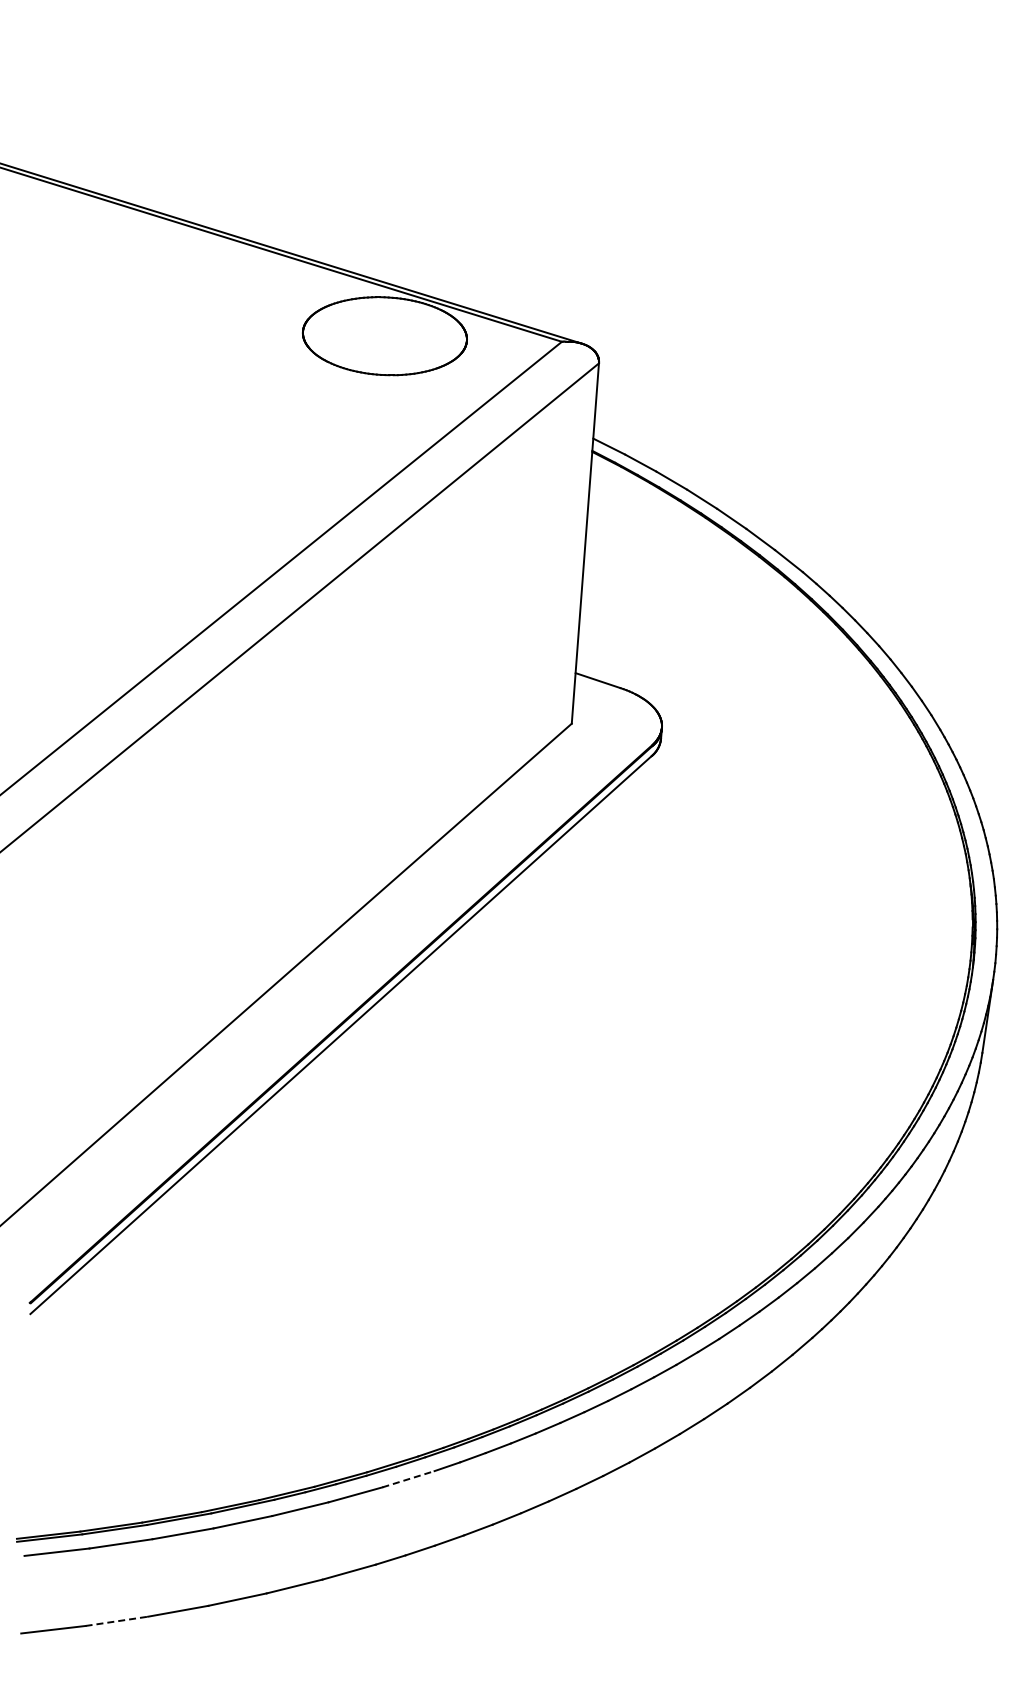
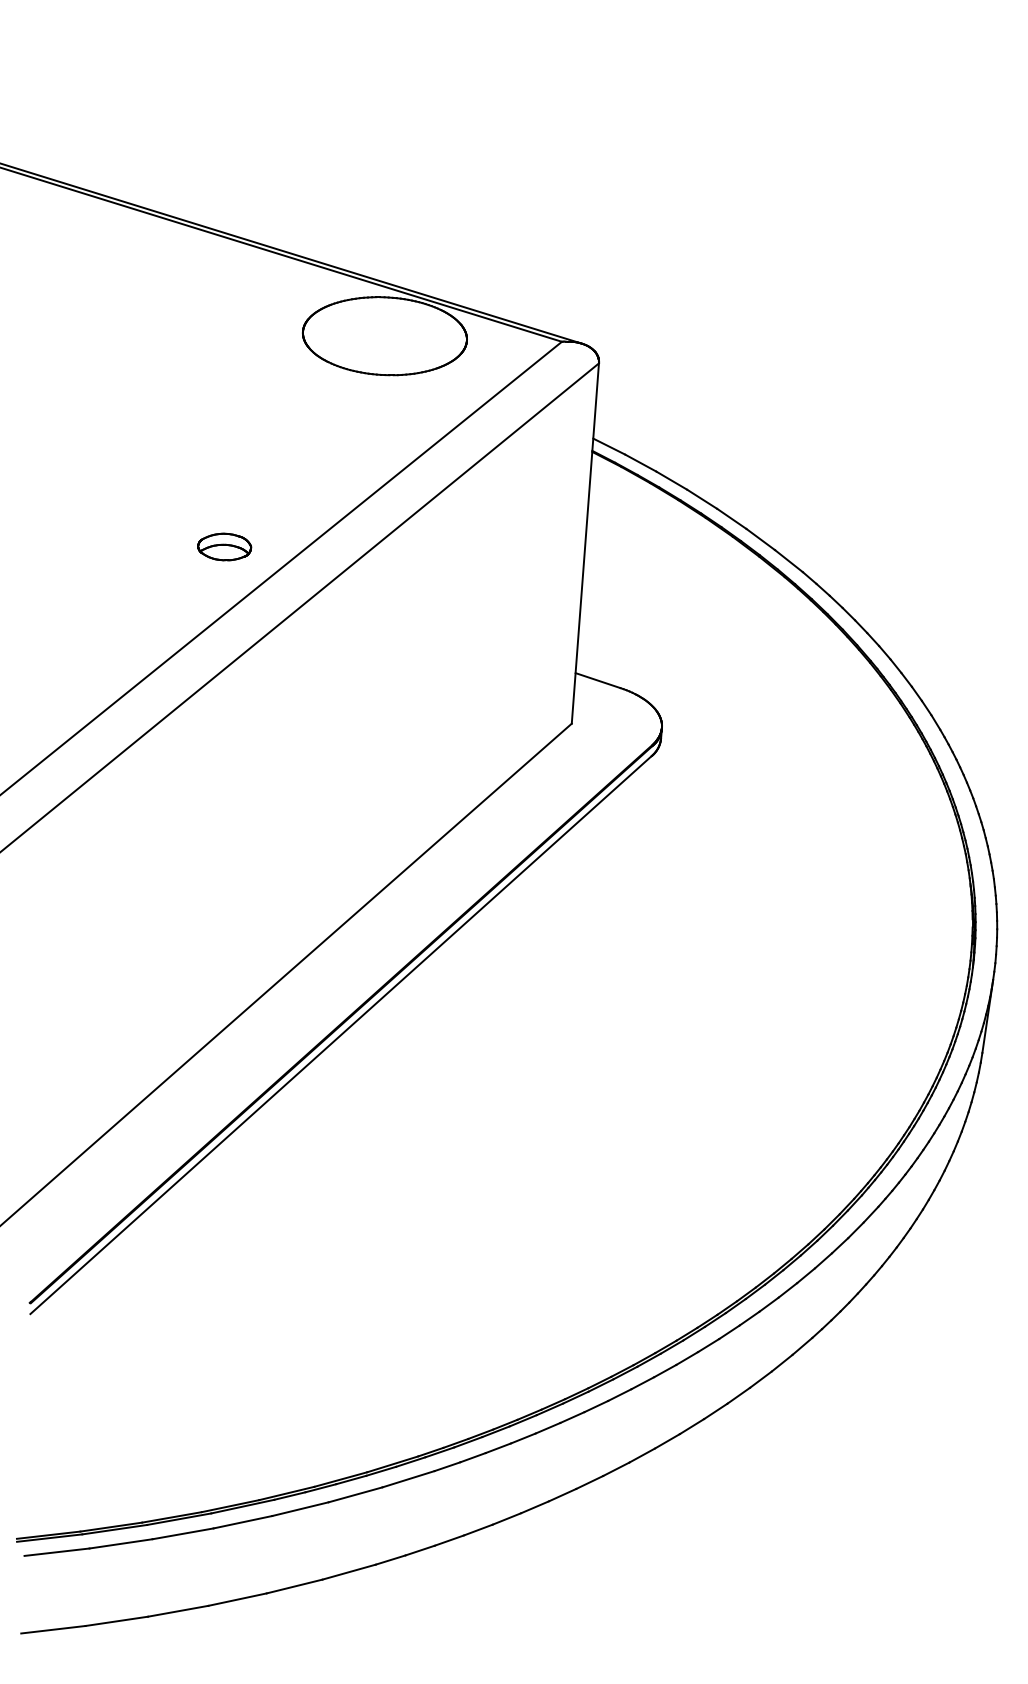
part at (224, 546): none -> present
line at (408, 1479): dashed -> solid
line at (116, 1621): dashed -> solid
